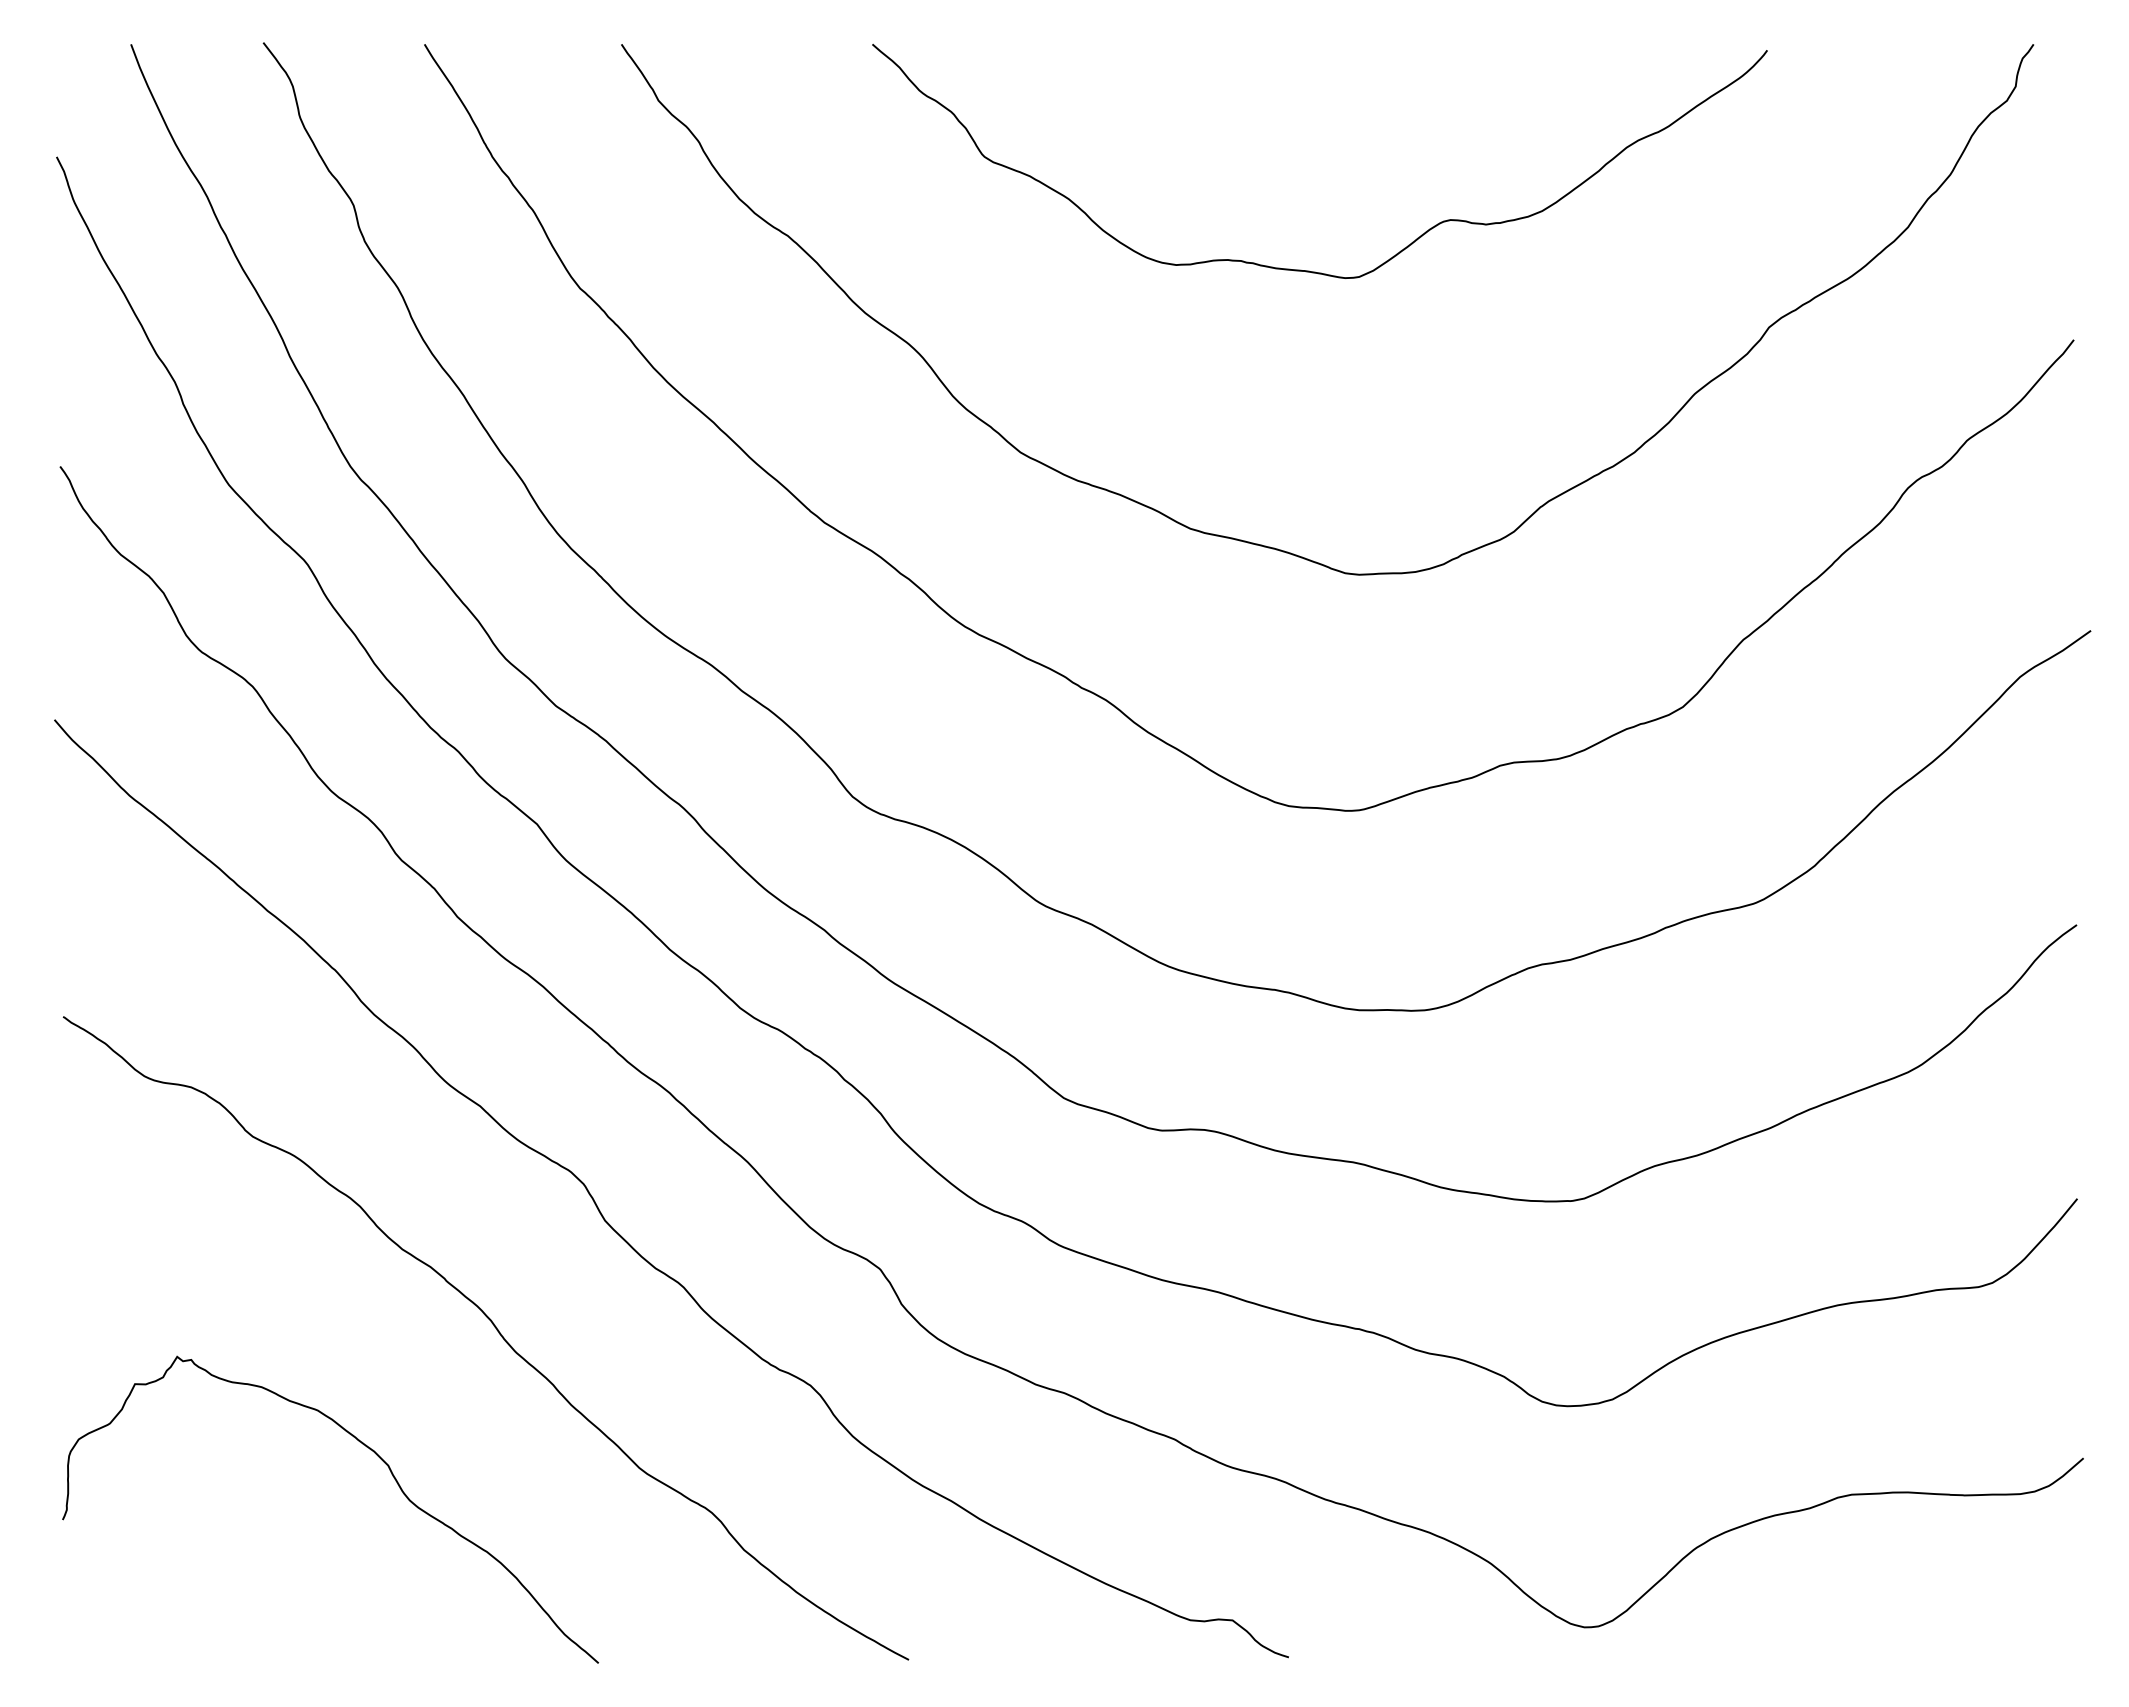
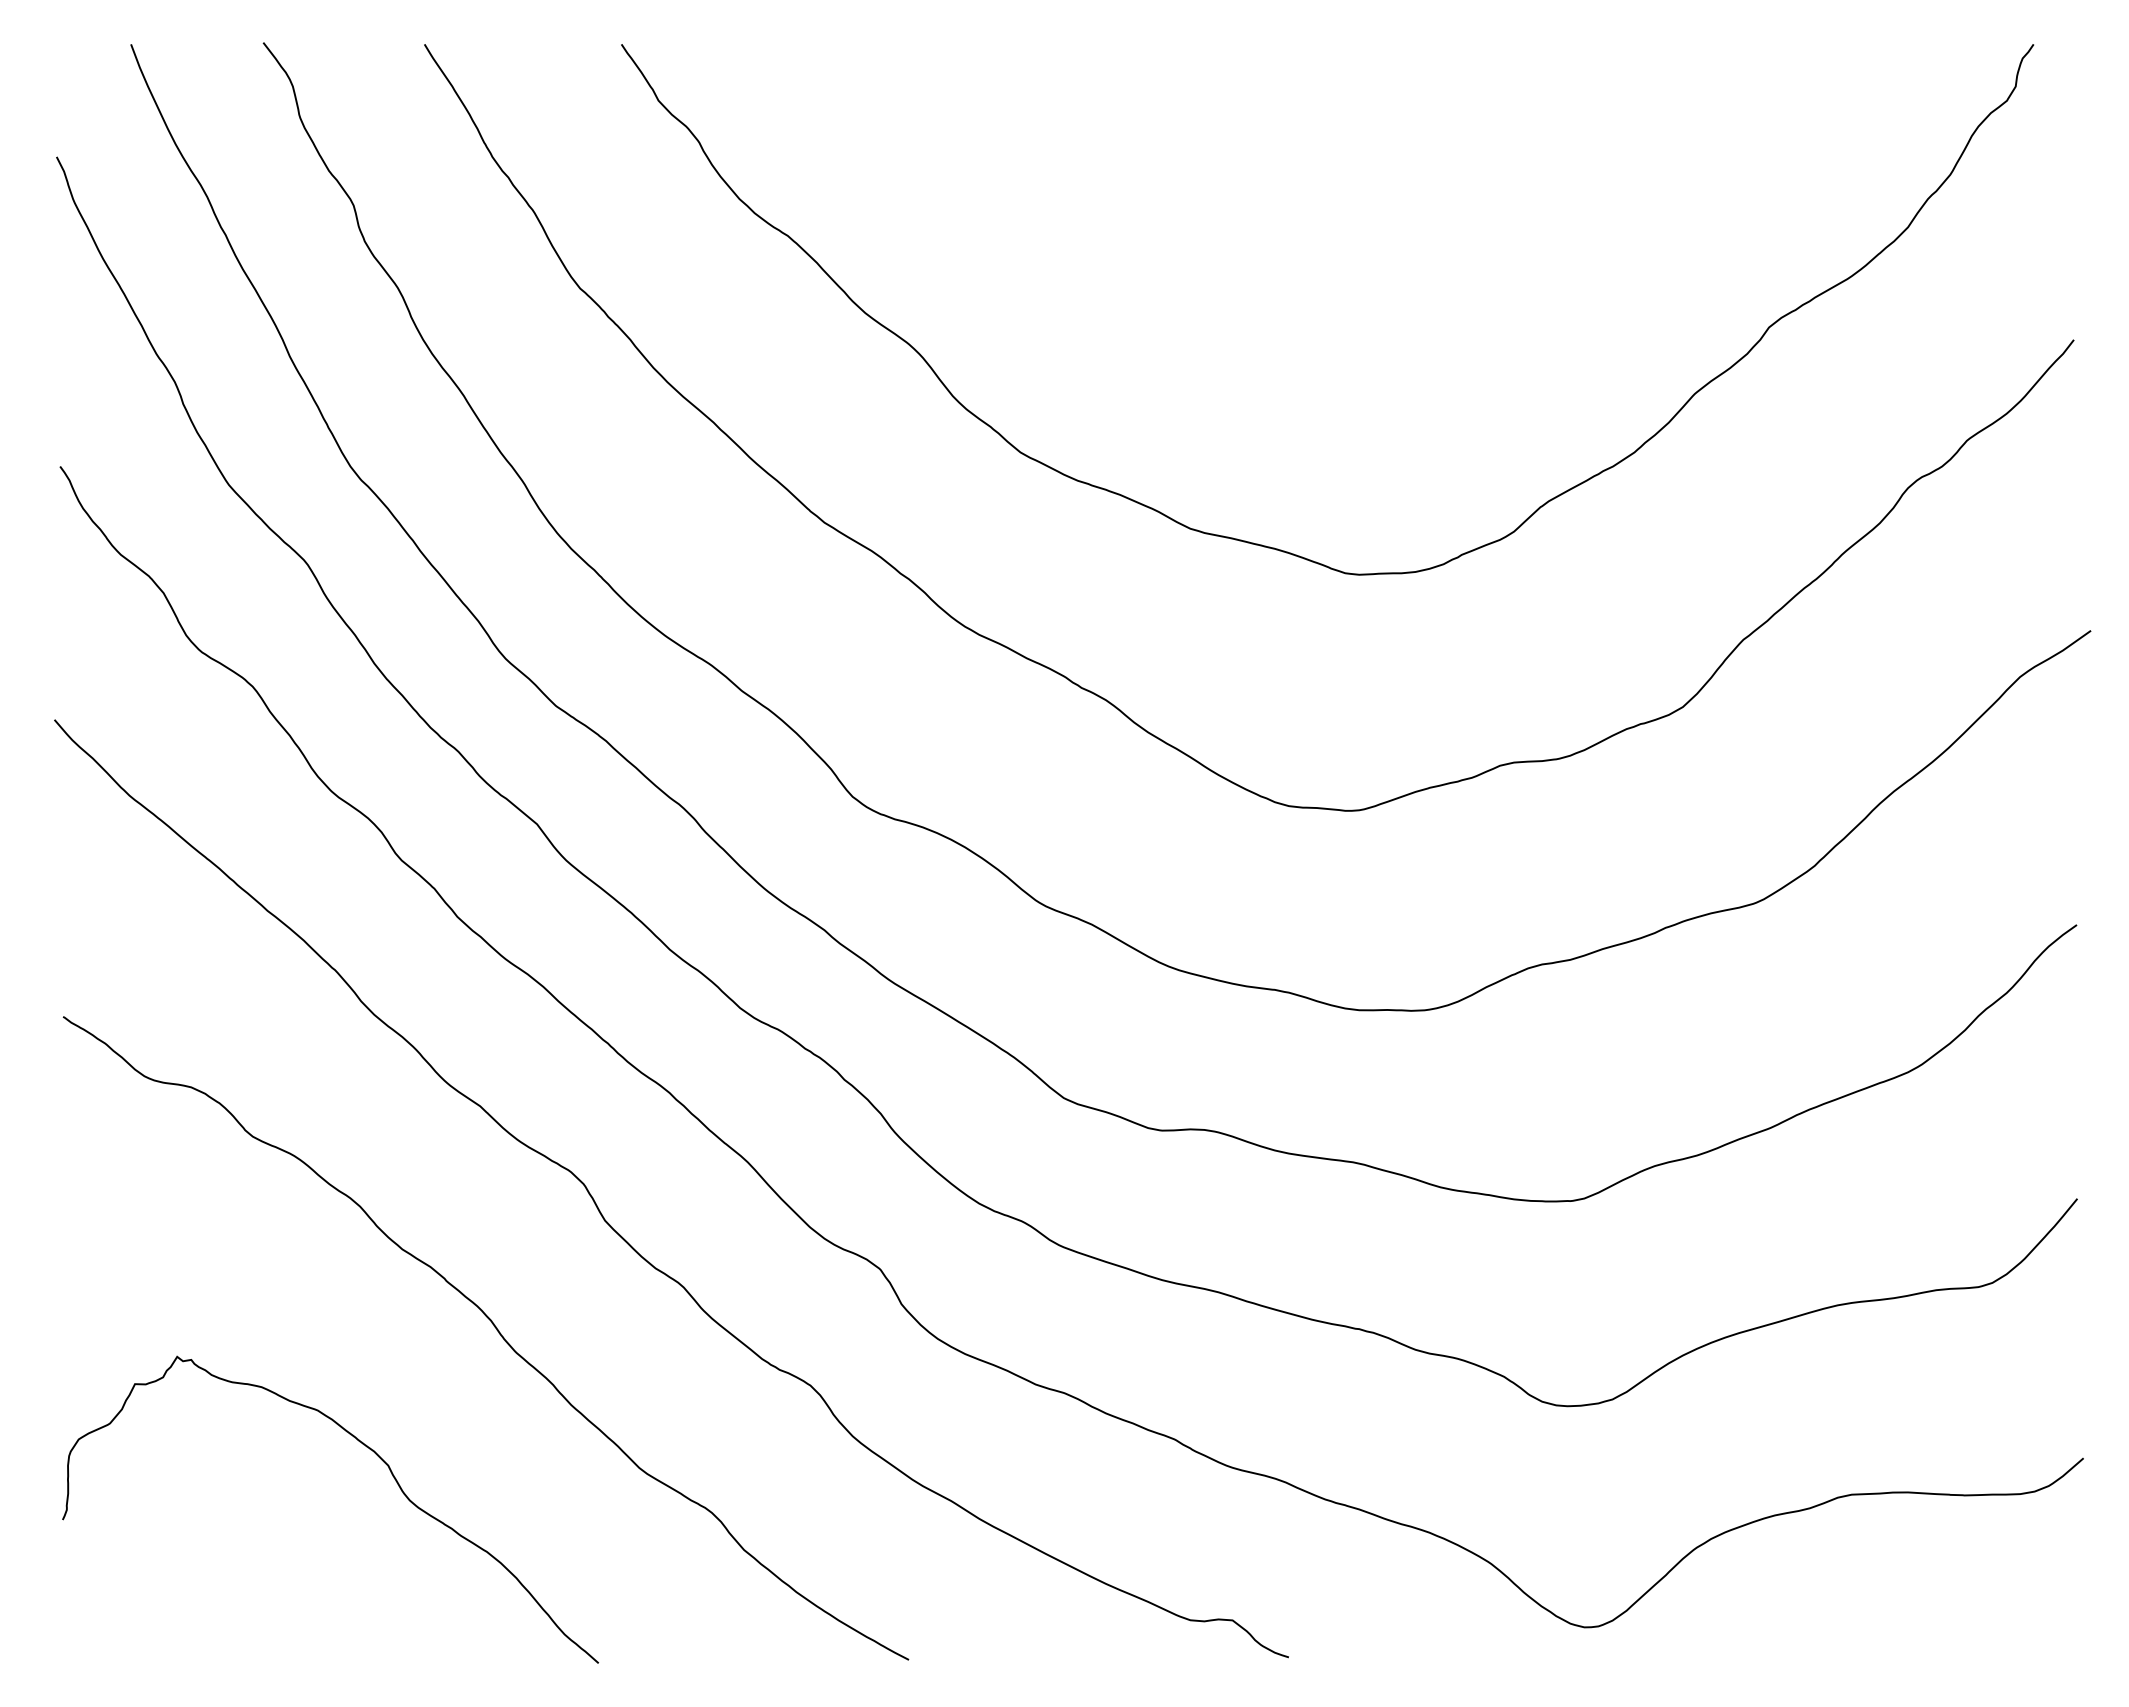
curve at (1309, 270): present -> none
